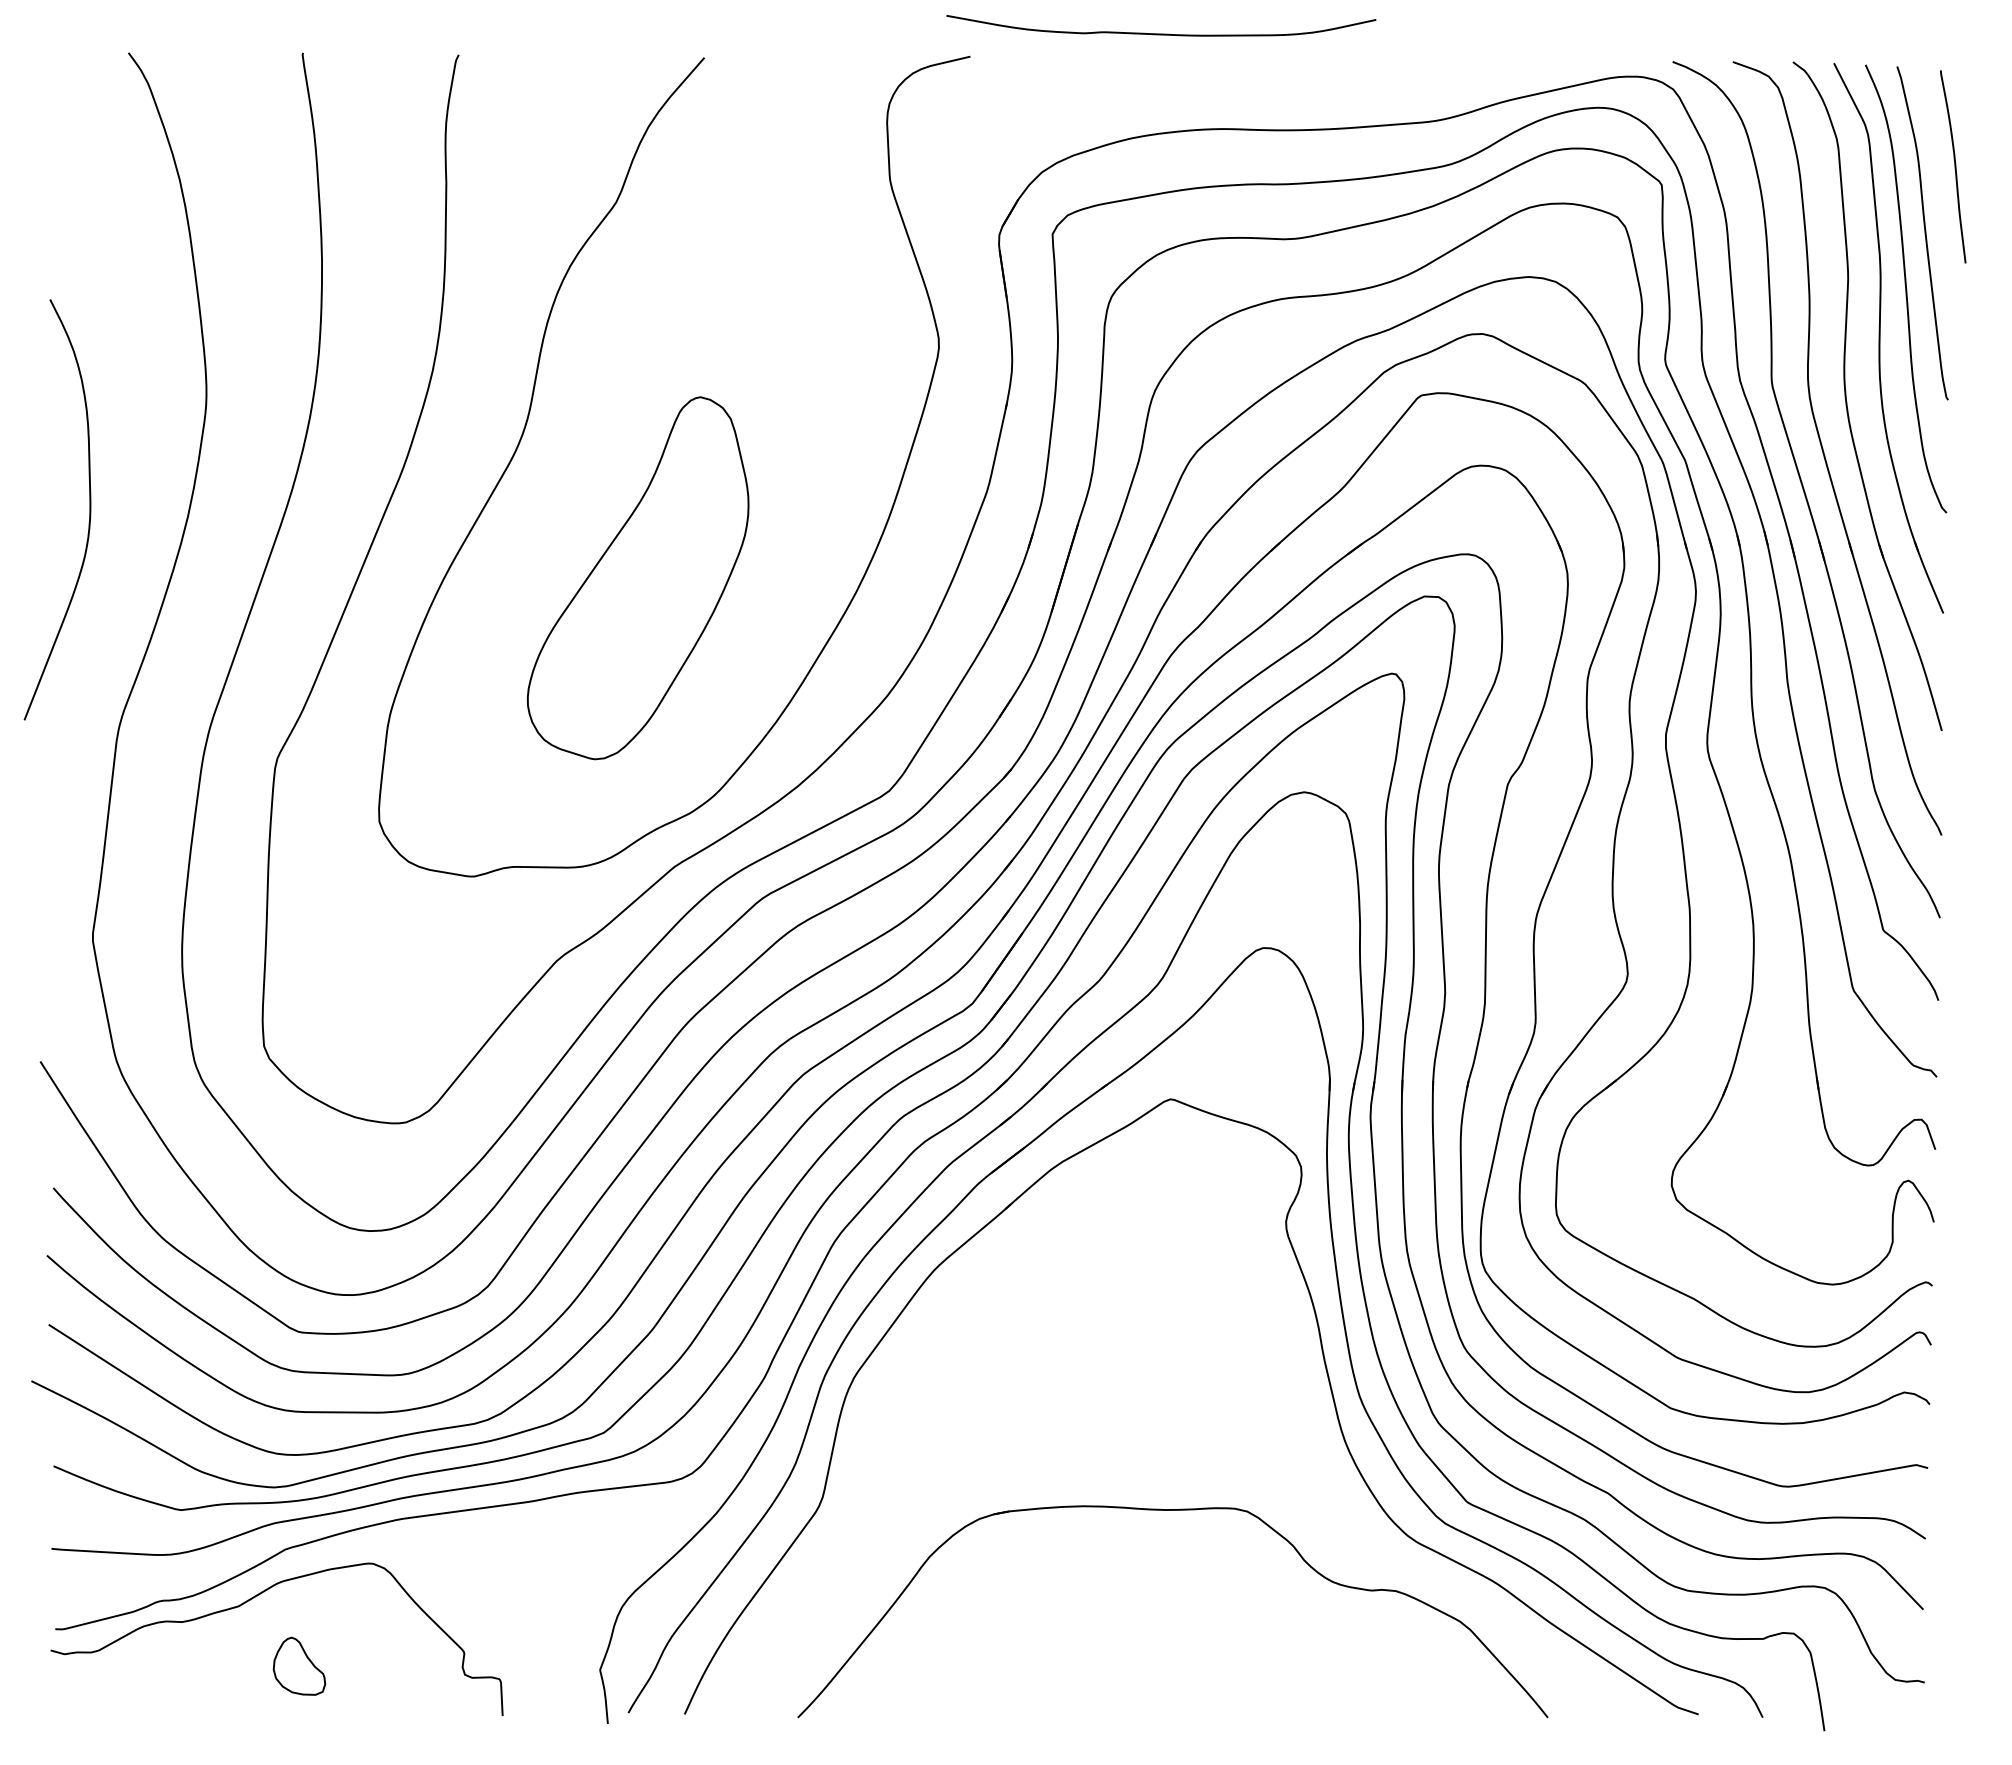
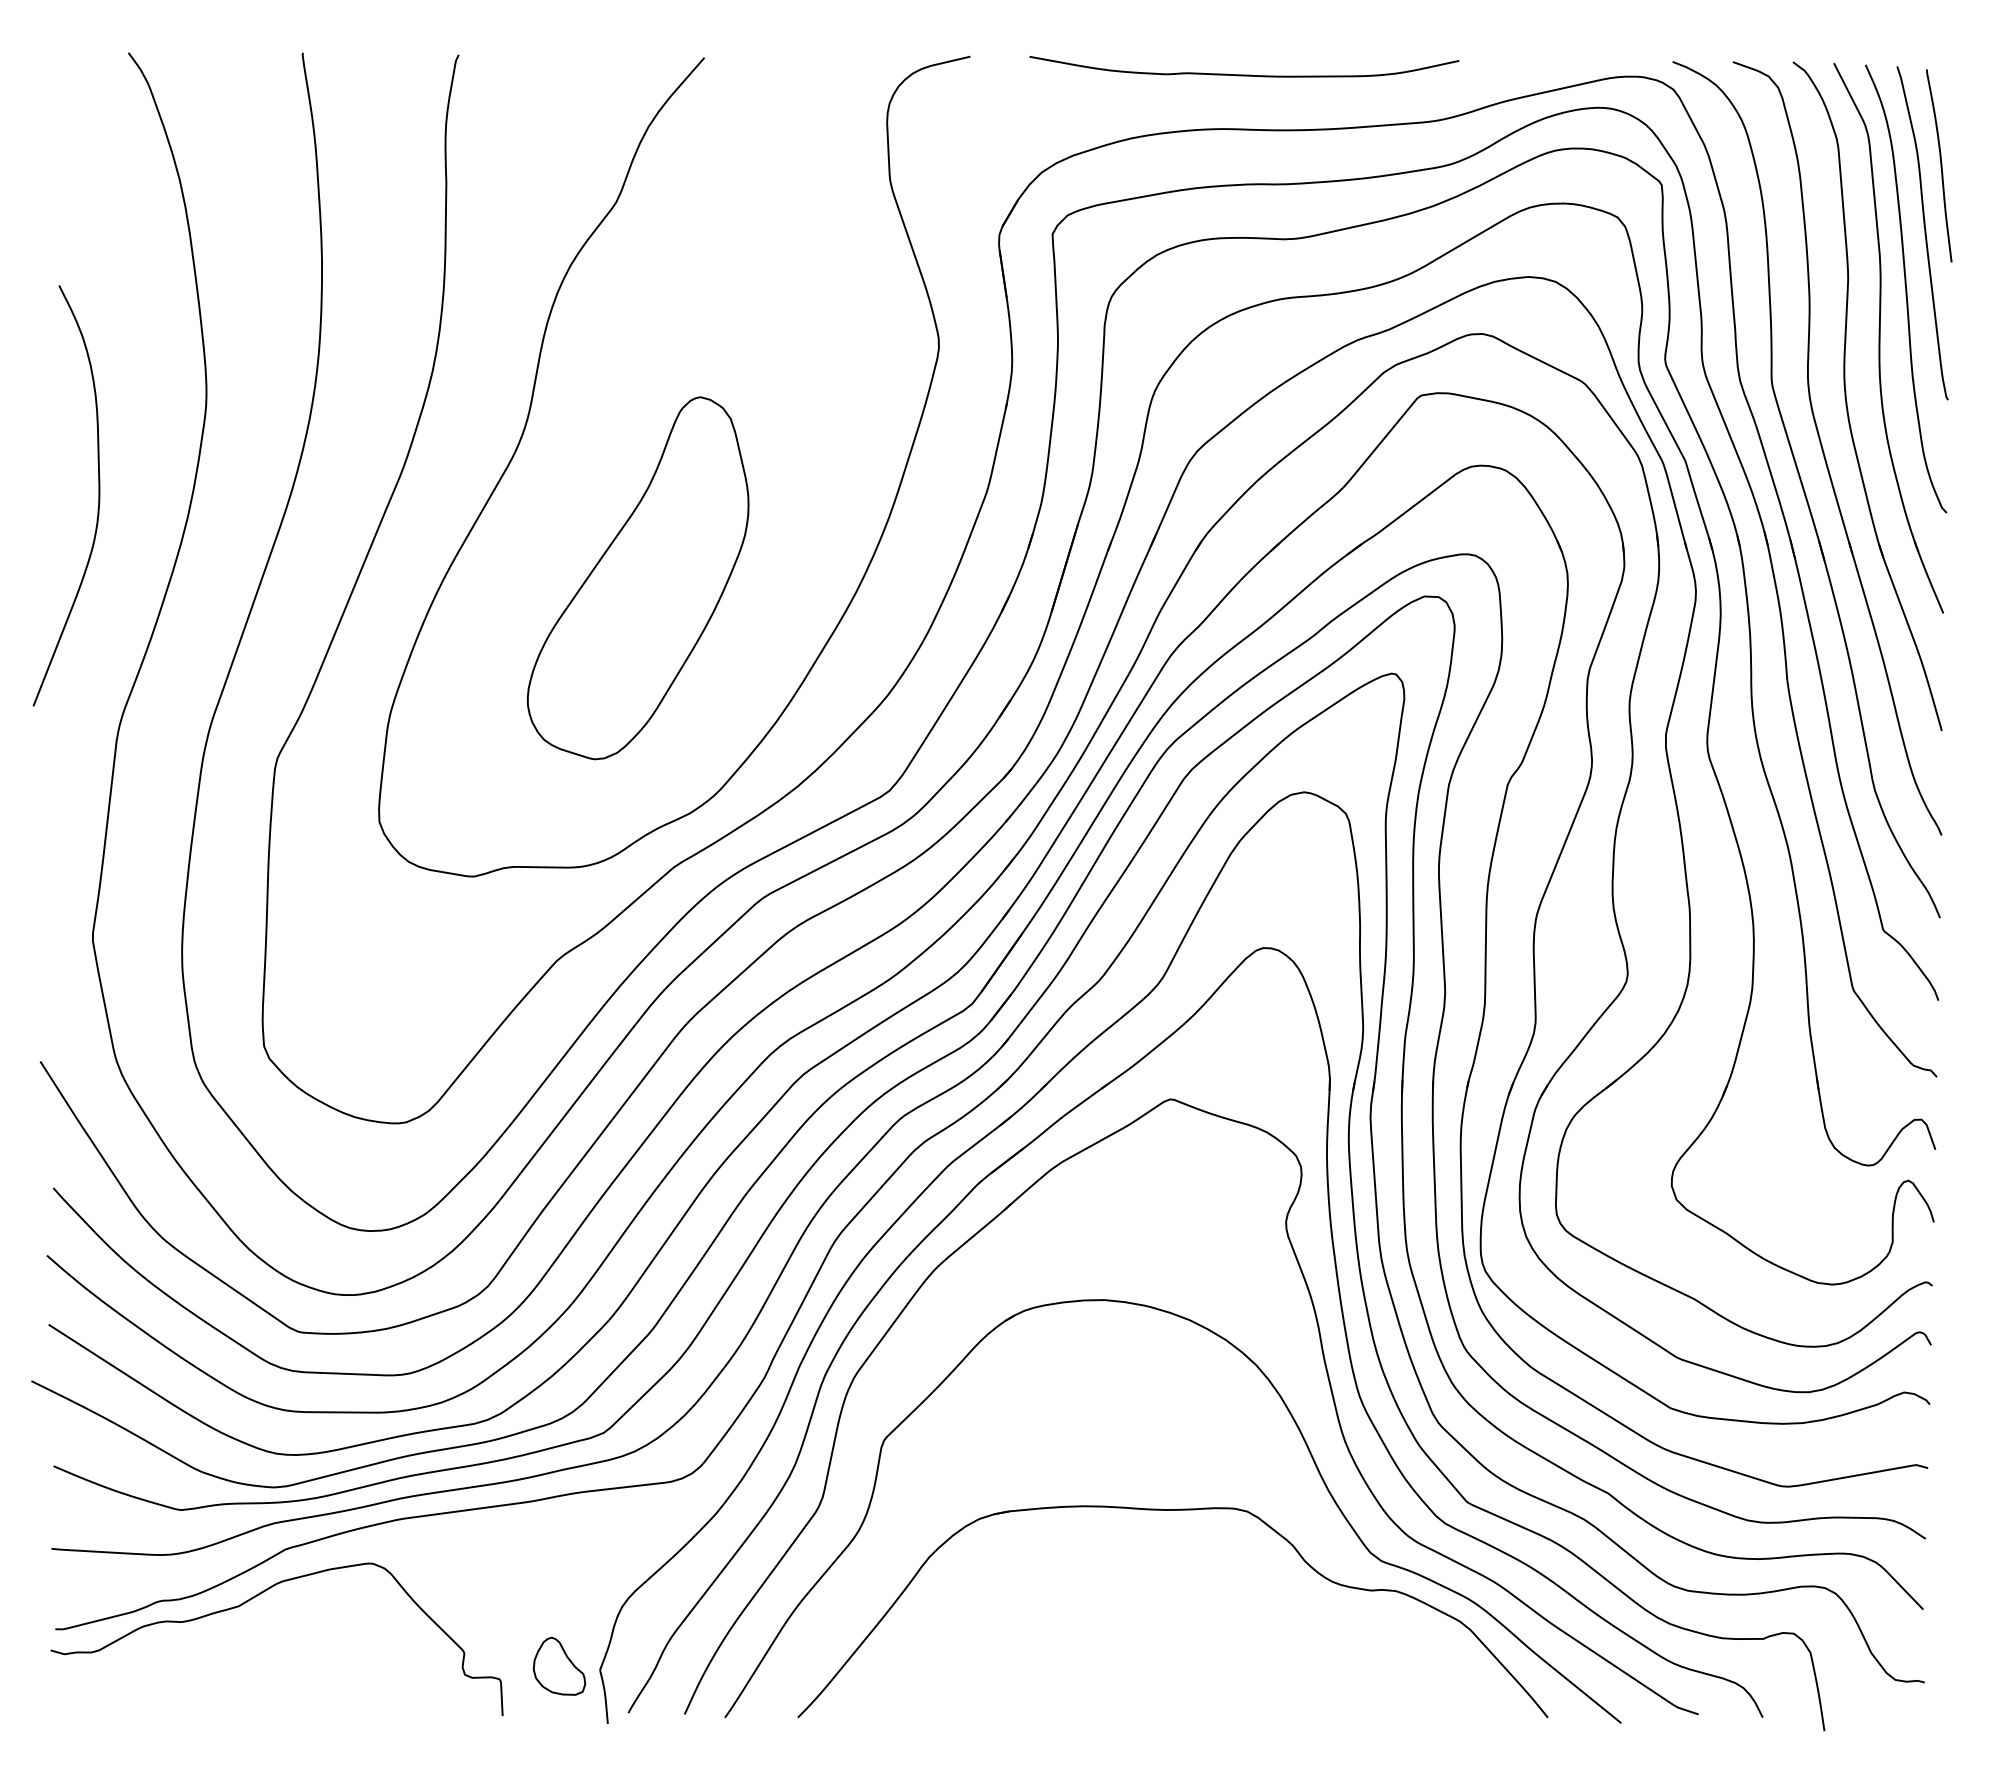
curve at (1161, 33) position: (1161, 33) -> (1244, 74)
curve at (1954, 166) position: (1954, 166) -> (1940, 165)
curve at (89, 509) position: (89, 509) -> (98, 495)
part at (1307, 1449): none -> present
part at (299, 1665) position: (299, 1665) -> (559, 1665)
